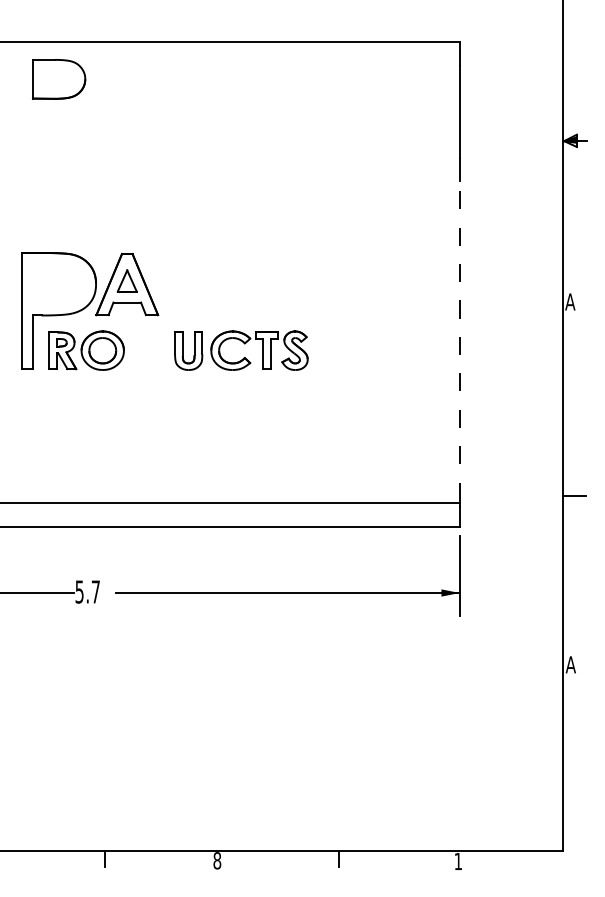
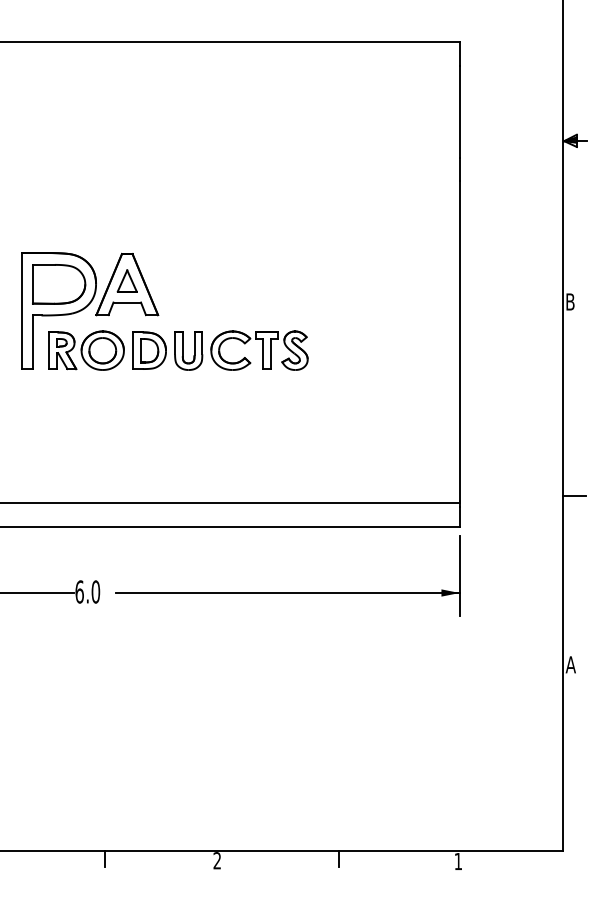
part at (59, 79) position: (59, 79) -> (59, 284)
text at (570, 301): A -> B
line at (459, 340): dashed -> solid
part at (149, 350): none -> present
text at (87, 591): 5.7 -> 6.0
text at (217, 860): 8 -> 2
